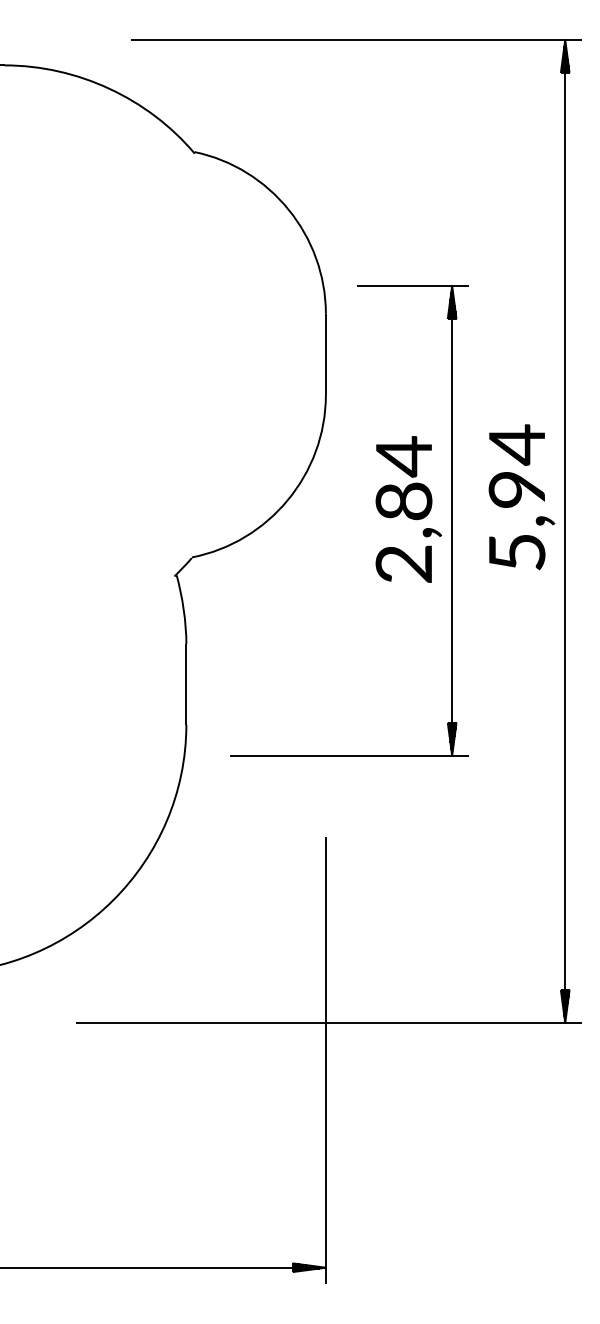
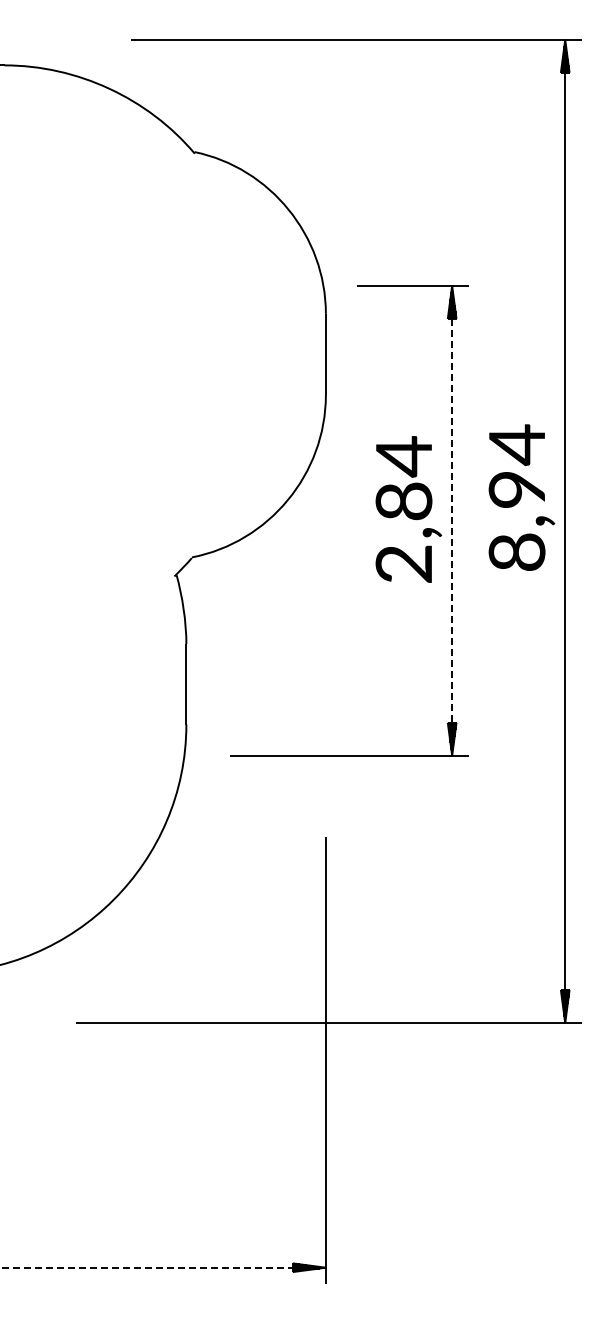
line at (452, 521): solid -> dashed
text at (516, 551): 5,94 -> 8,94
line at (162, 1267): solid -> dashed
